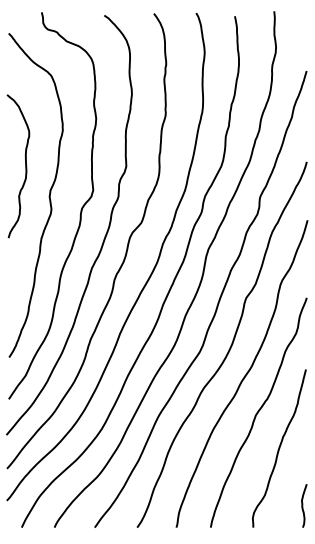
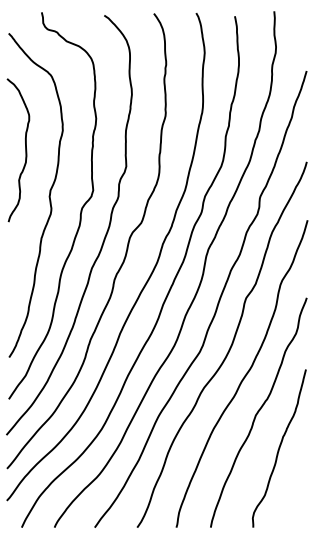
curve at (25, 166) position: (25, 166) -> (25, 150)
curve at (303, 505): present -> none
